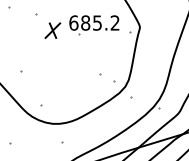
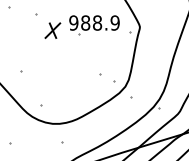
text at (94, 22): 685.2 -> 988.9
